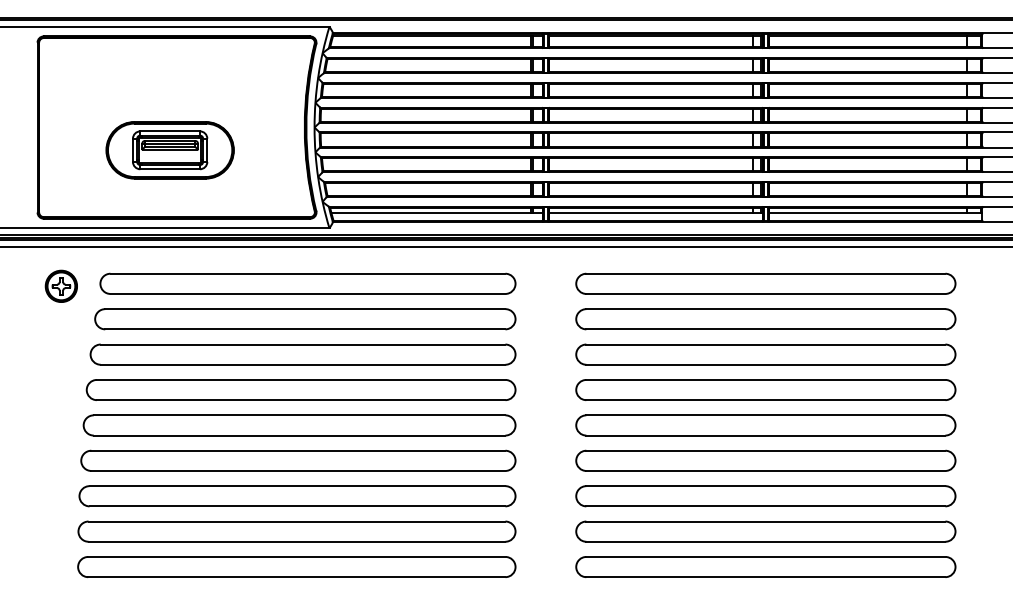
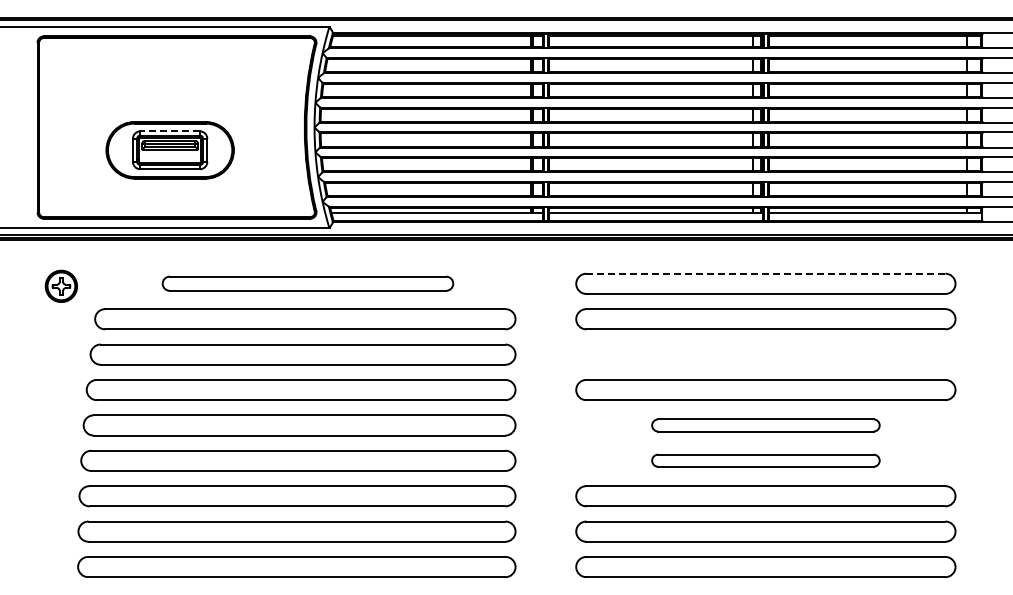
line at (170, 131): solid -> dashed
line at (505, 247): present -> none
line at (765, 273): solid -> dashed
part at (307, 283) size: 418x23 px -> 294x17 px
part at (765, 354): present -> none
part at (765, 425) size: 382x23 px -> 230x15 px
part at (765, 460) size: 382x23 px -> 230x15 px
